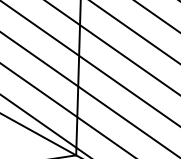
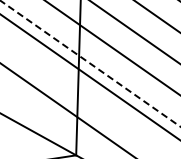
line at (90, 63): solid -> dashed
line at (89, 94) position: (89, 94) -> (89, 76)
line at (44, 125): present -> none
